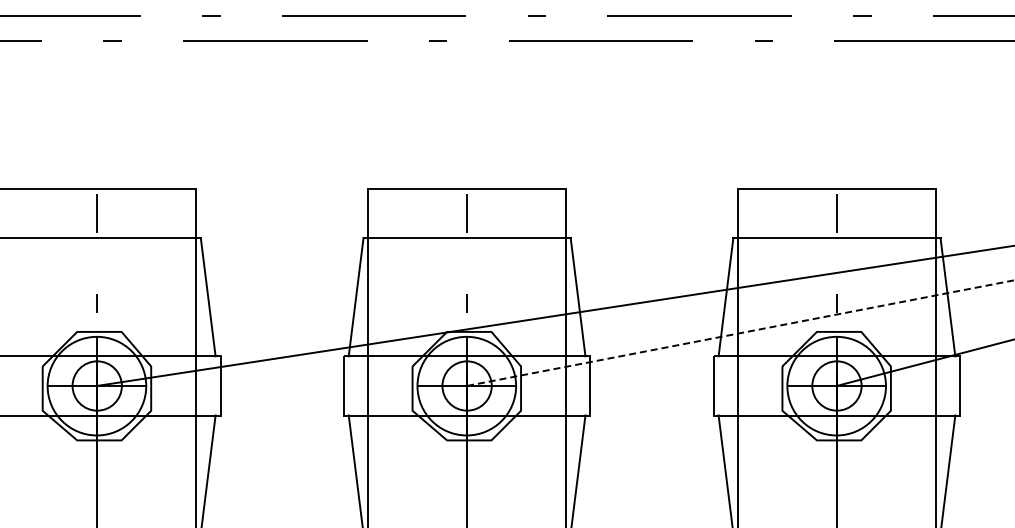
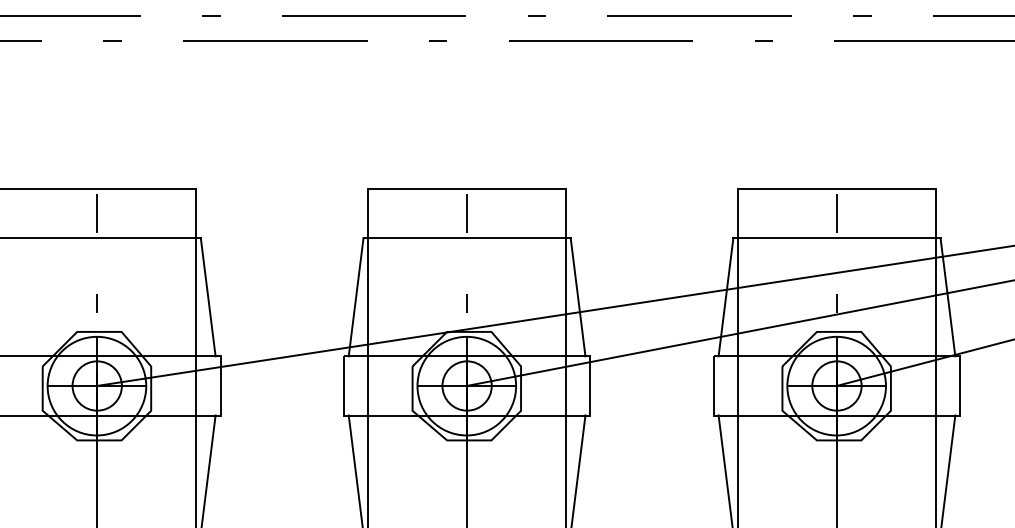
line at (740, 333): dashed -> solid
